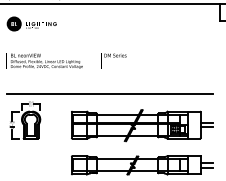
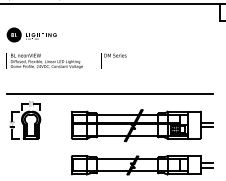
part at (31, 23) position: (31, 23) -> (31, 34)
